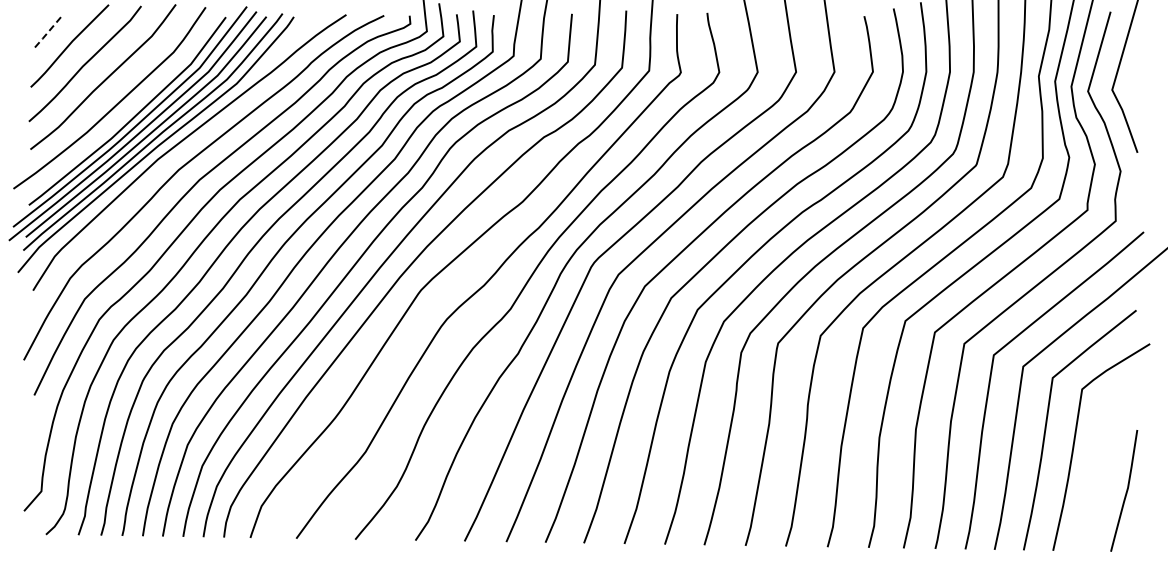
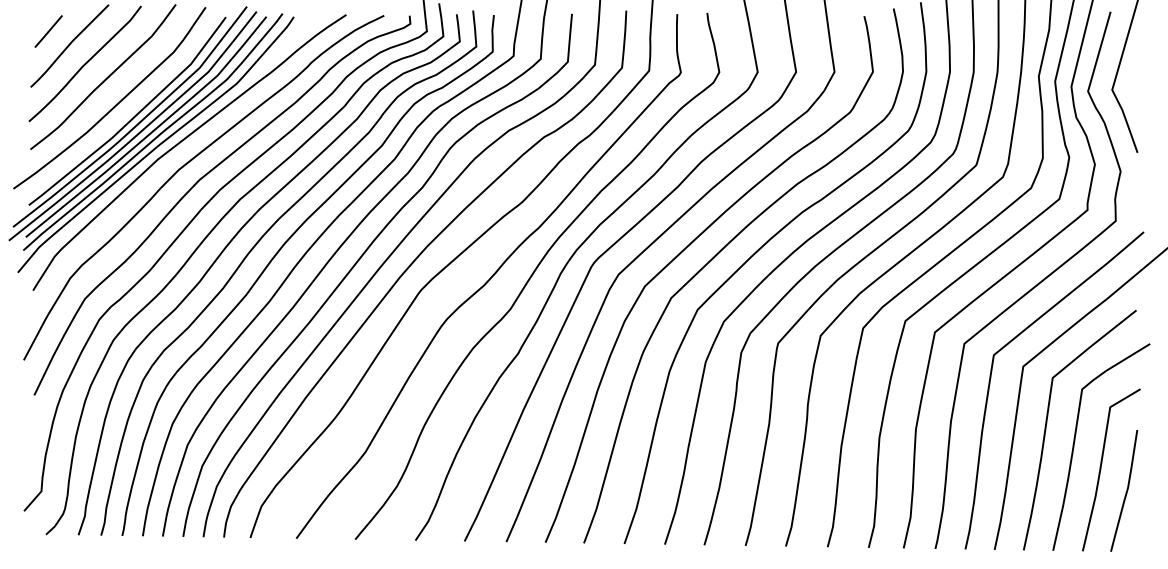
line at (48, 31): dashed -> solid
curve at (1101, 469): none -> present
